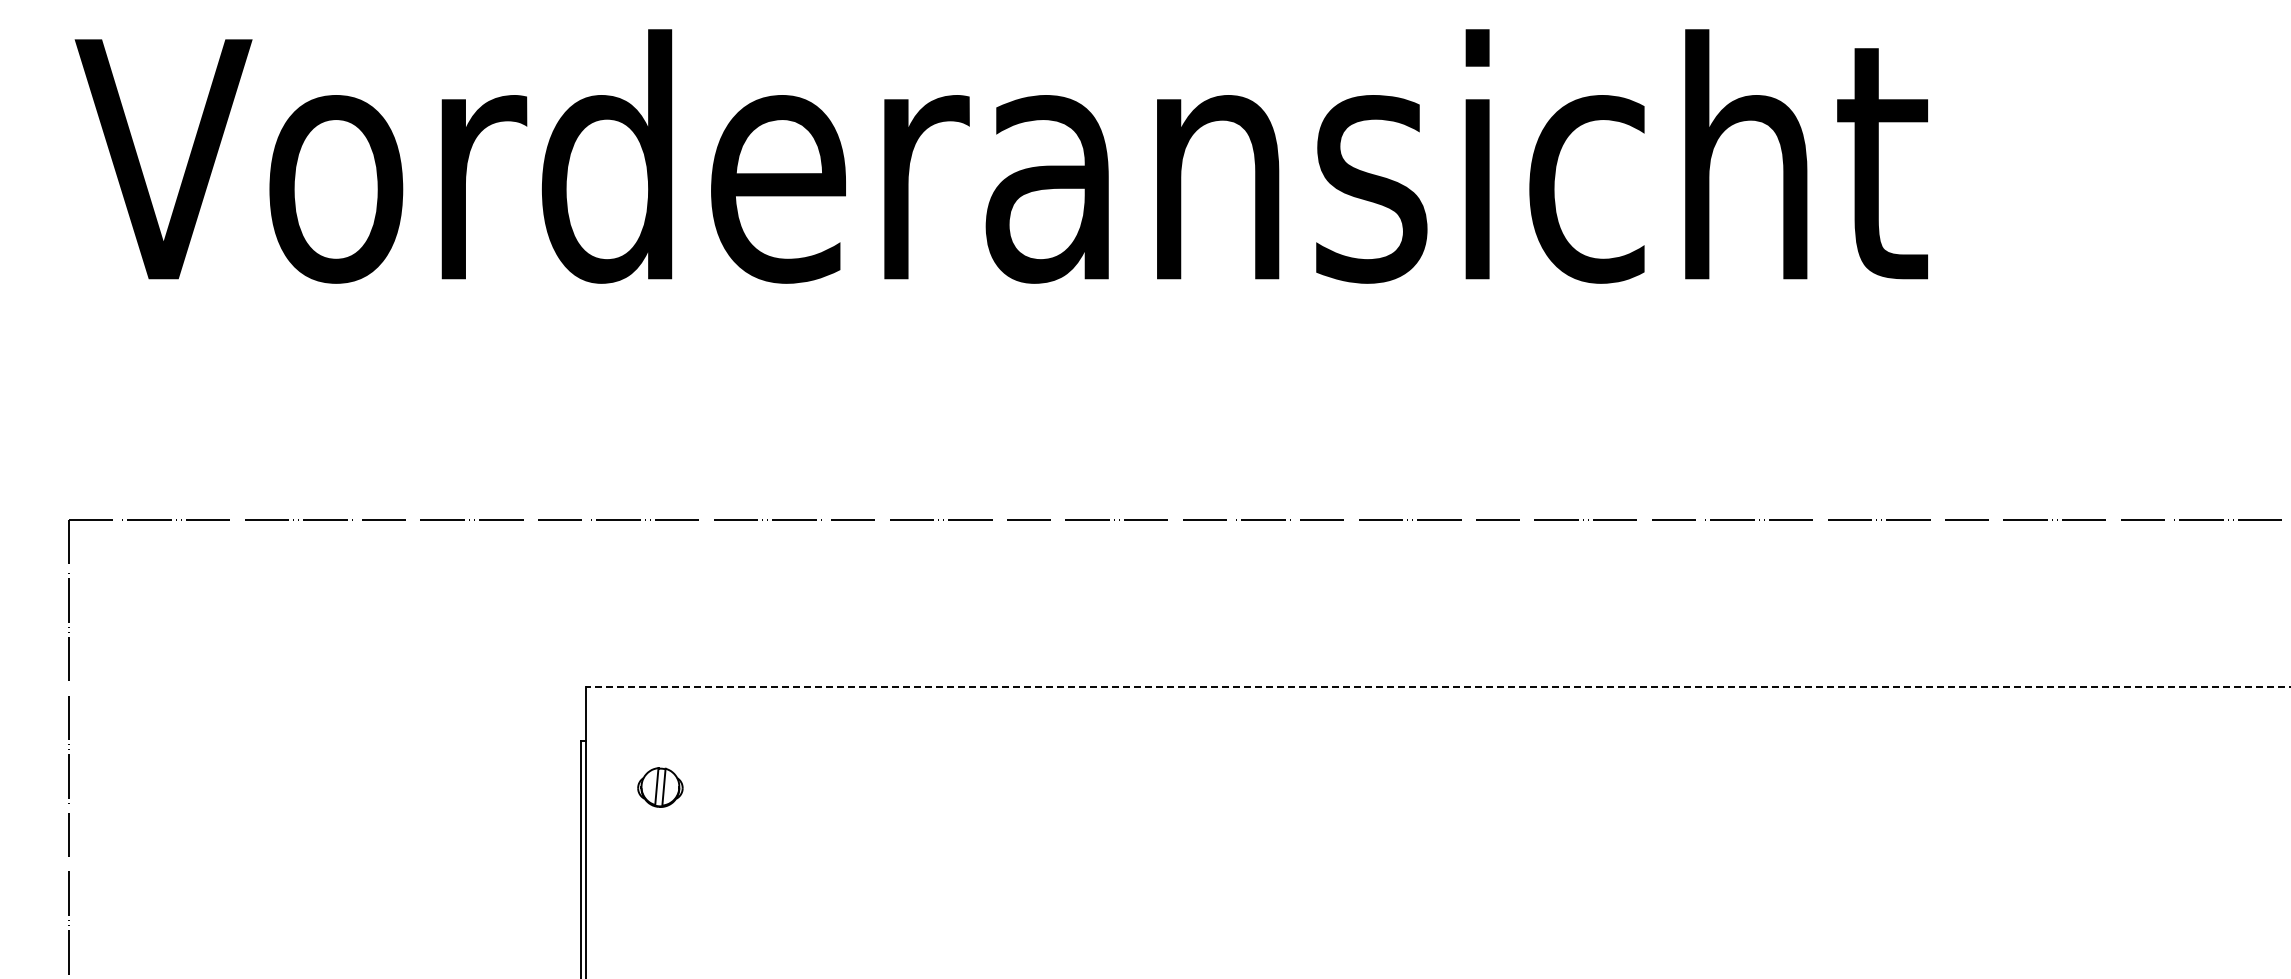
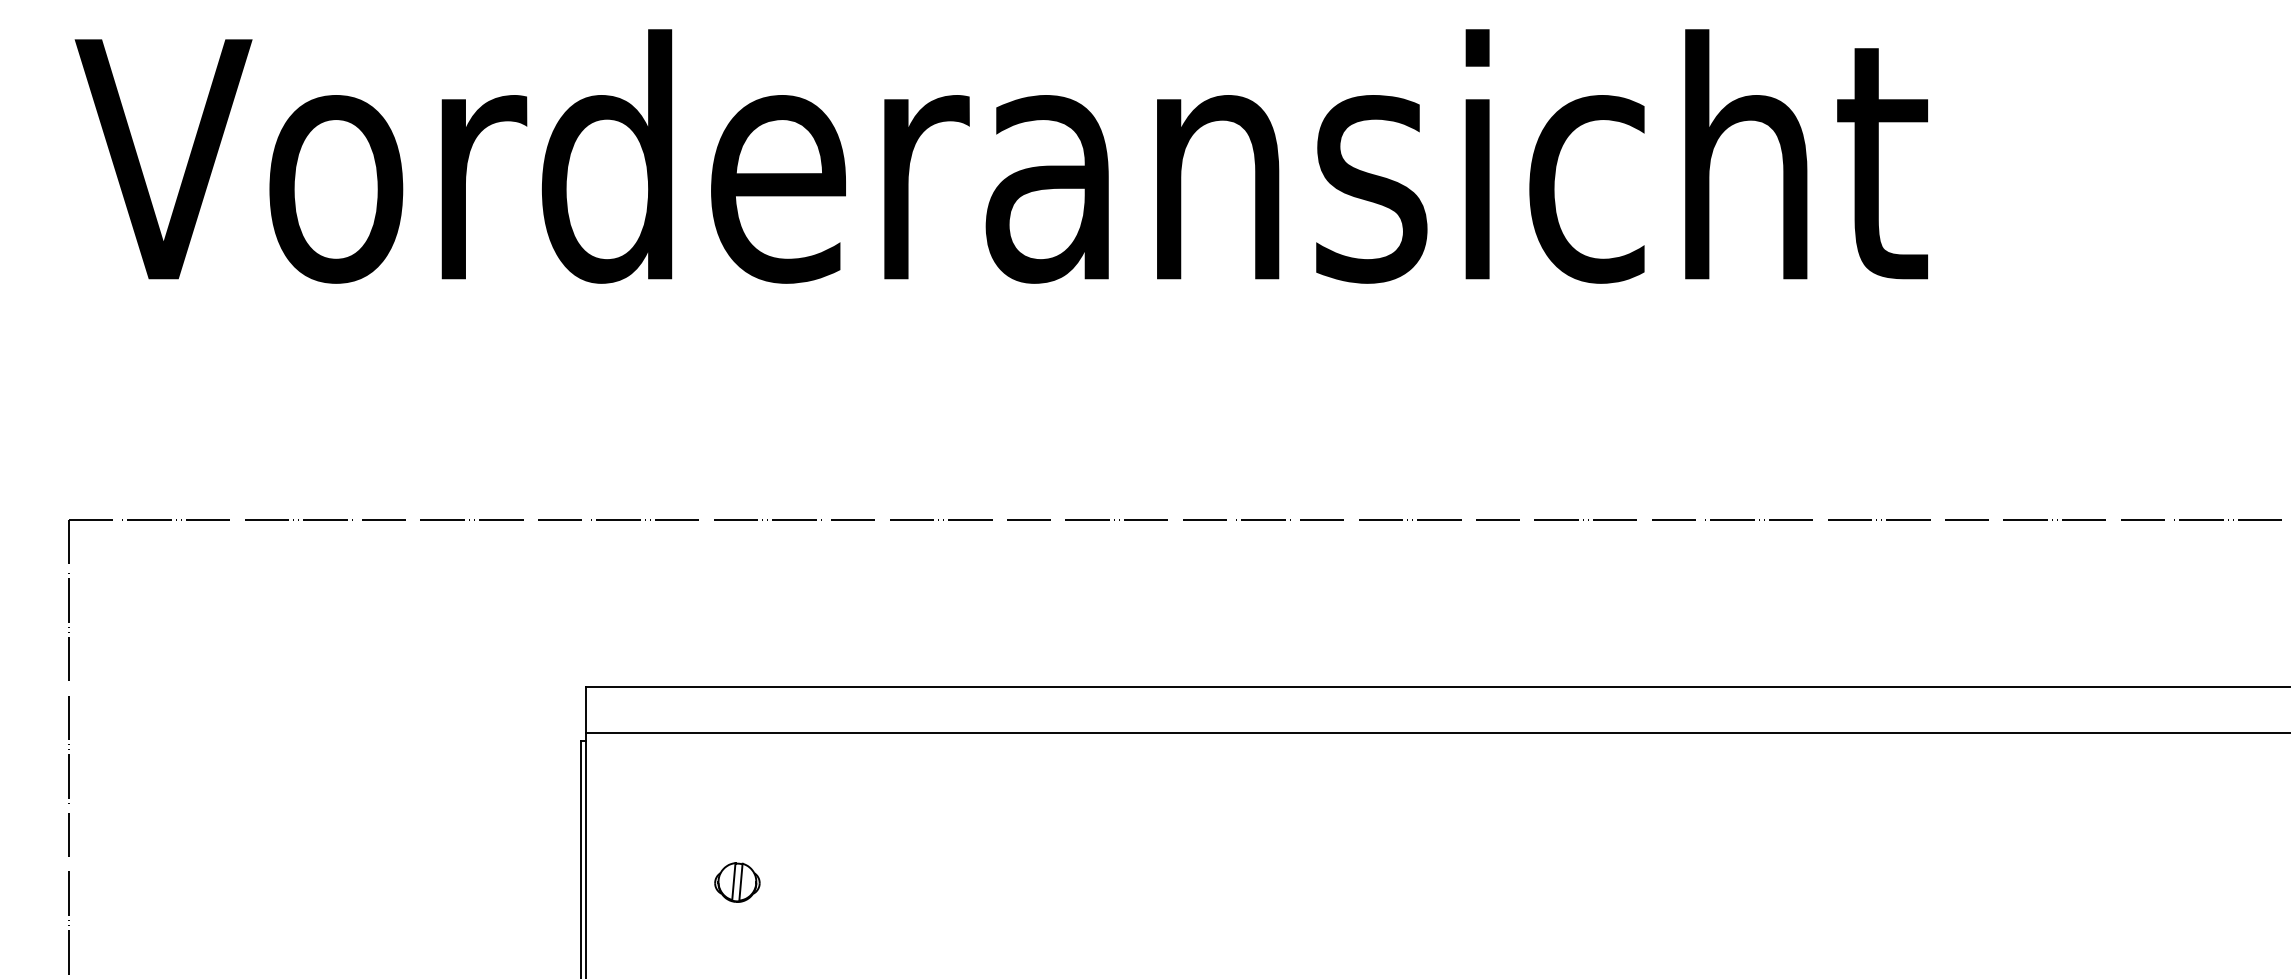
line at (1437, 686): dashed -> solid
line at (1436, 733): none -> present
part at (660, 787) position: (660, 787) -> (737, 882)
